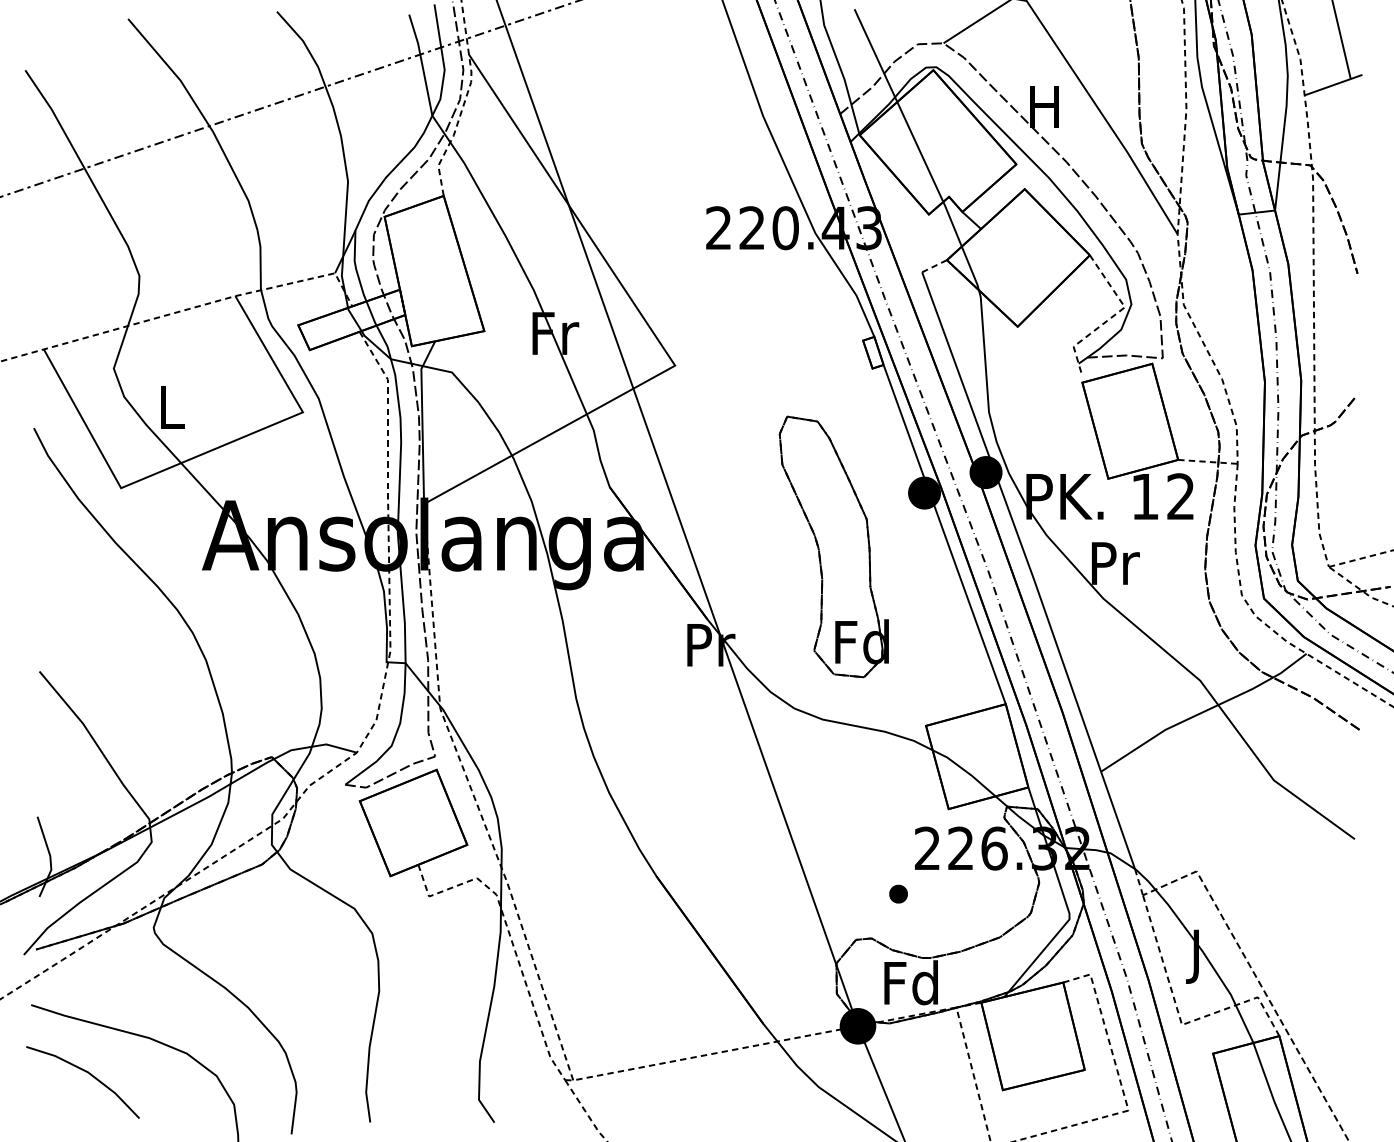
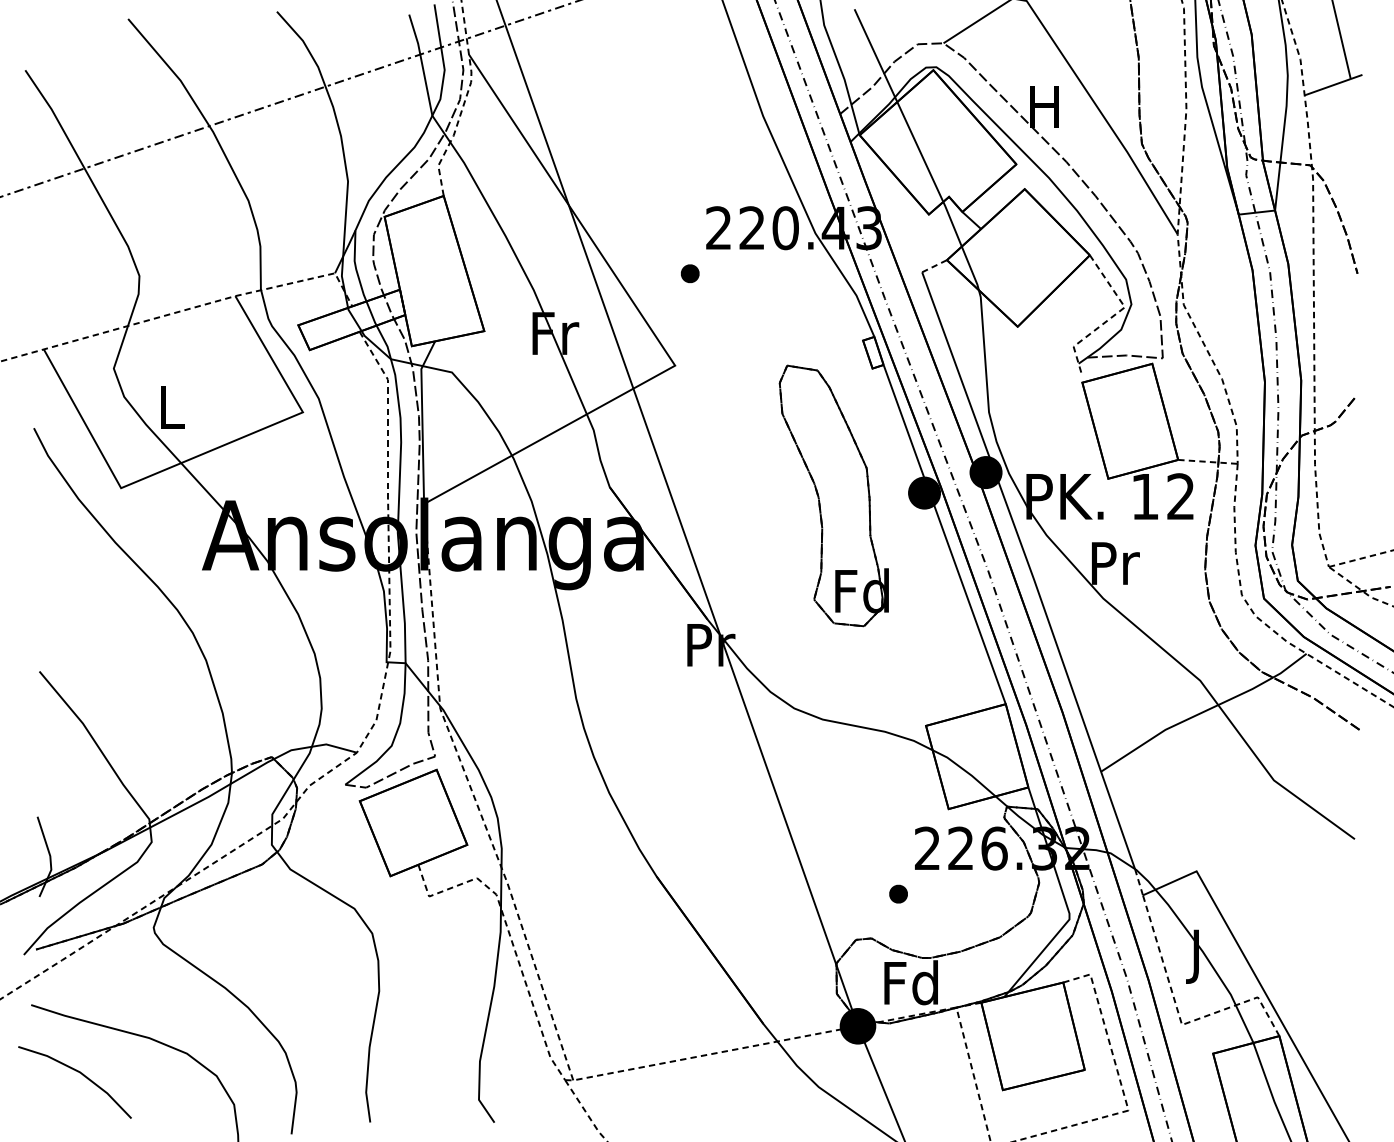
part at (689, 273): none -> present
part at (833, 546) position: (833, 546) -> (833, 495)
line at (1258, 980): dashed -> solid
line at (87, 1073) position: (87, 1073) -> (79, 1073)
